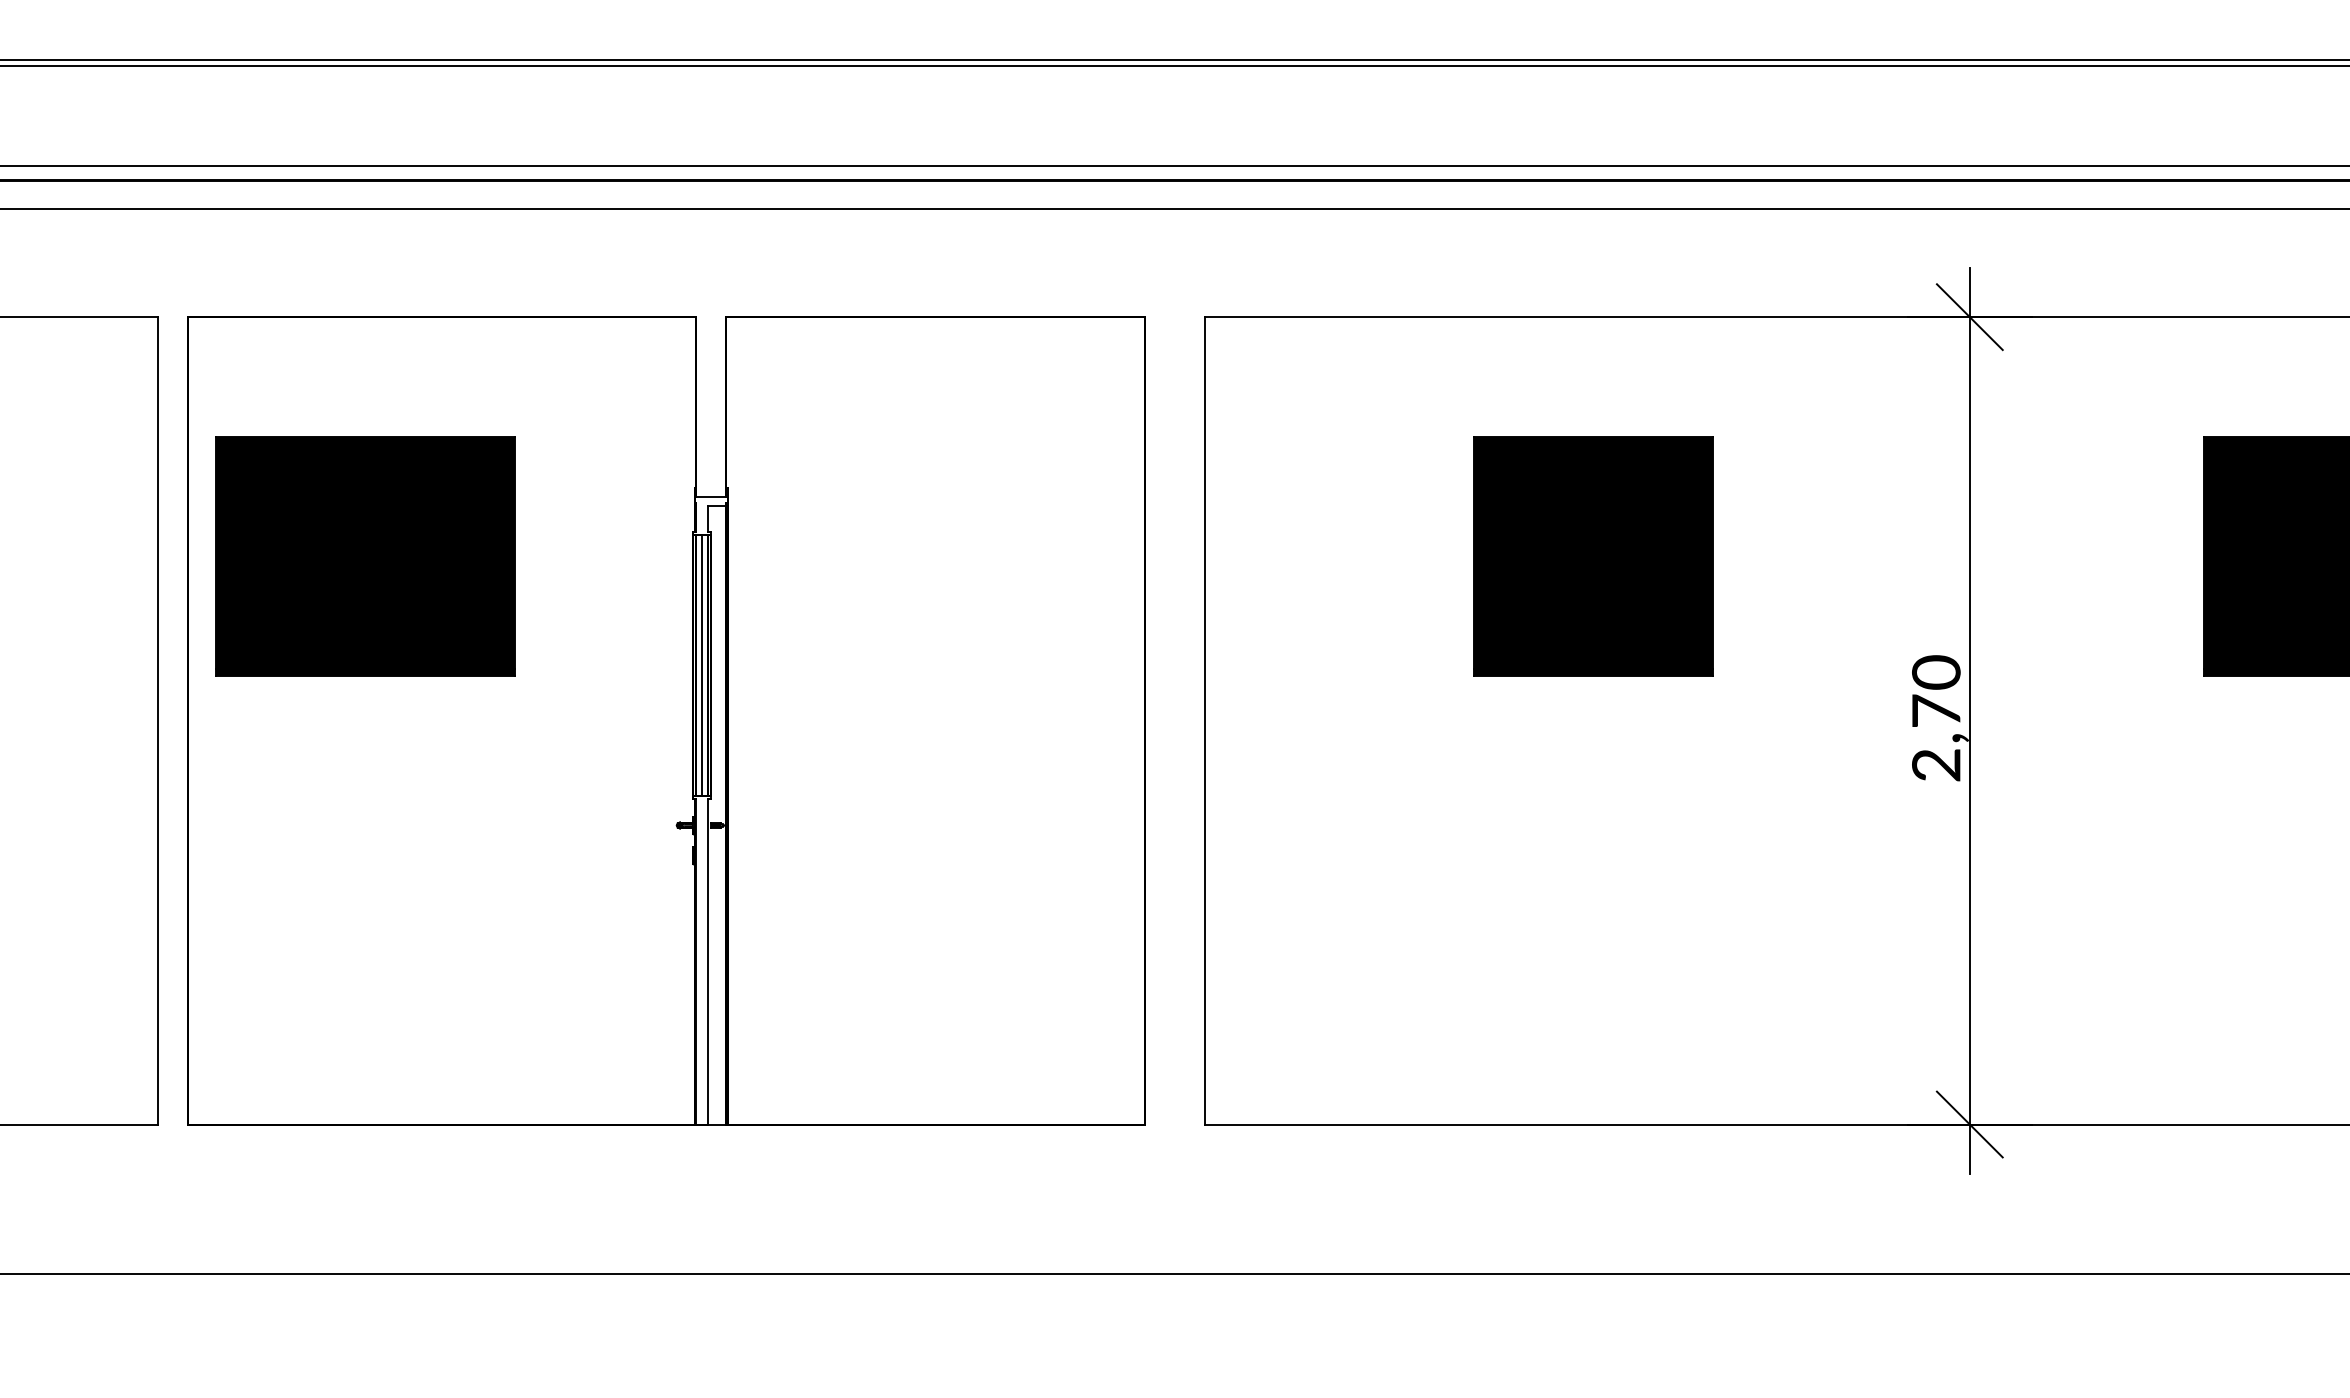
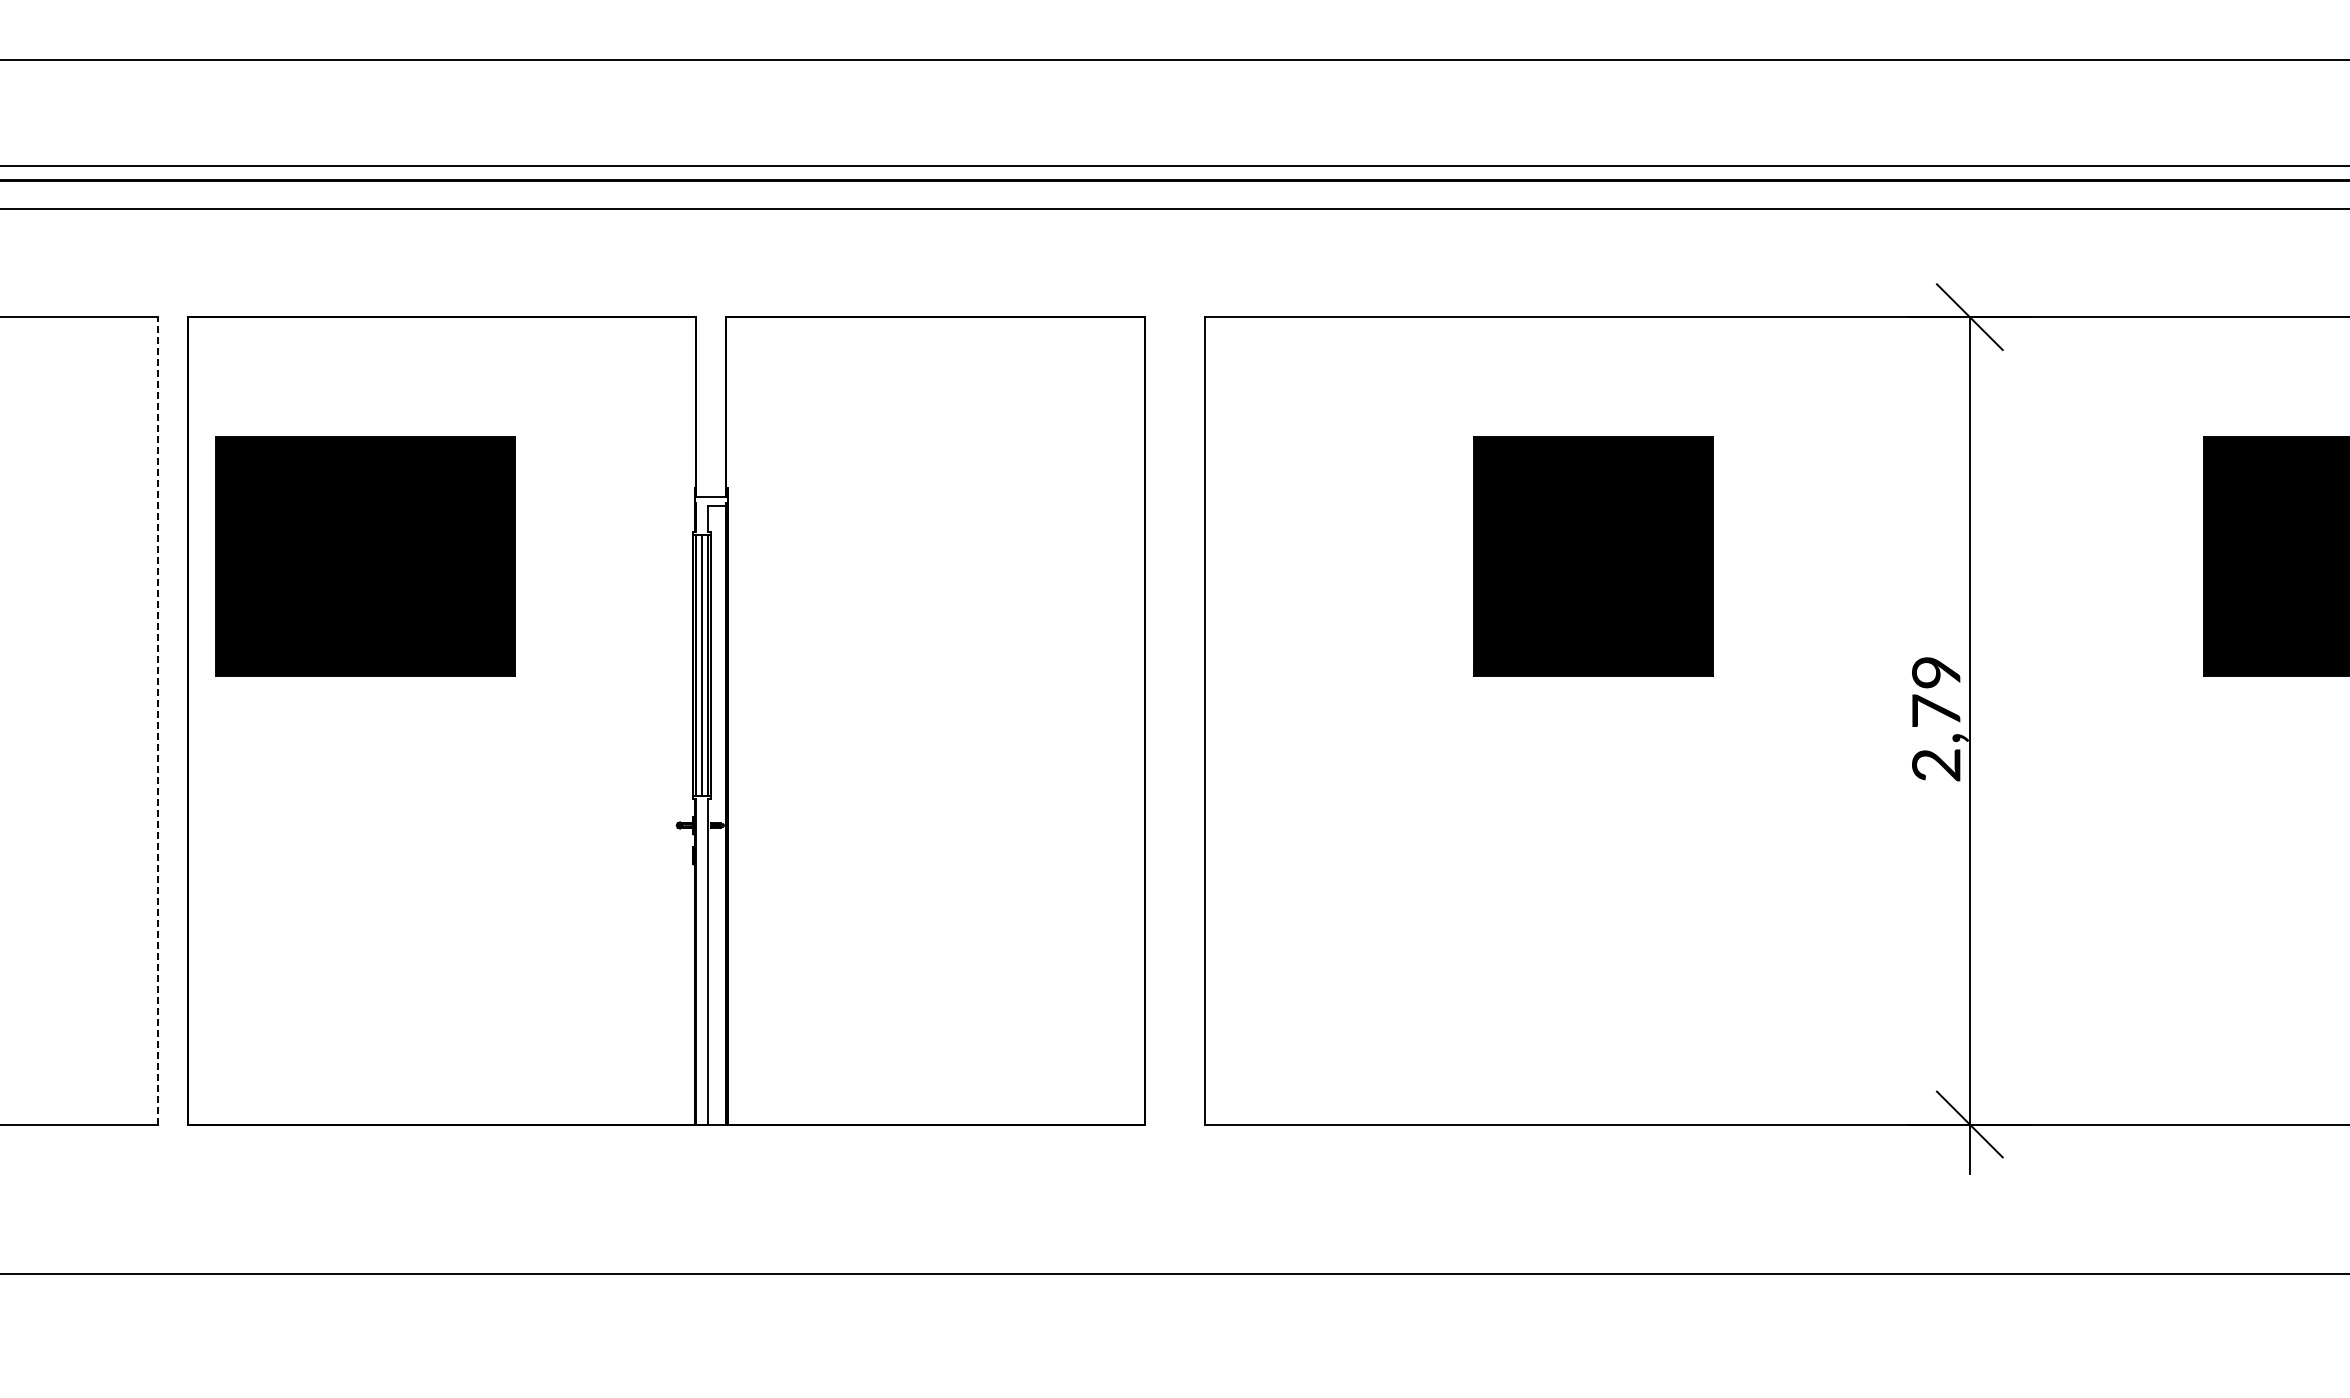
line at (1174, 65): present -> none
line at (1969, 292): present -> none
text at (1936, 672): 2,70 -> 2,79
line at (158, 720): solid -> dashed
